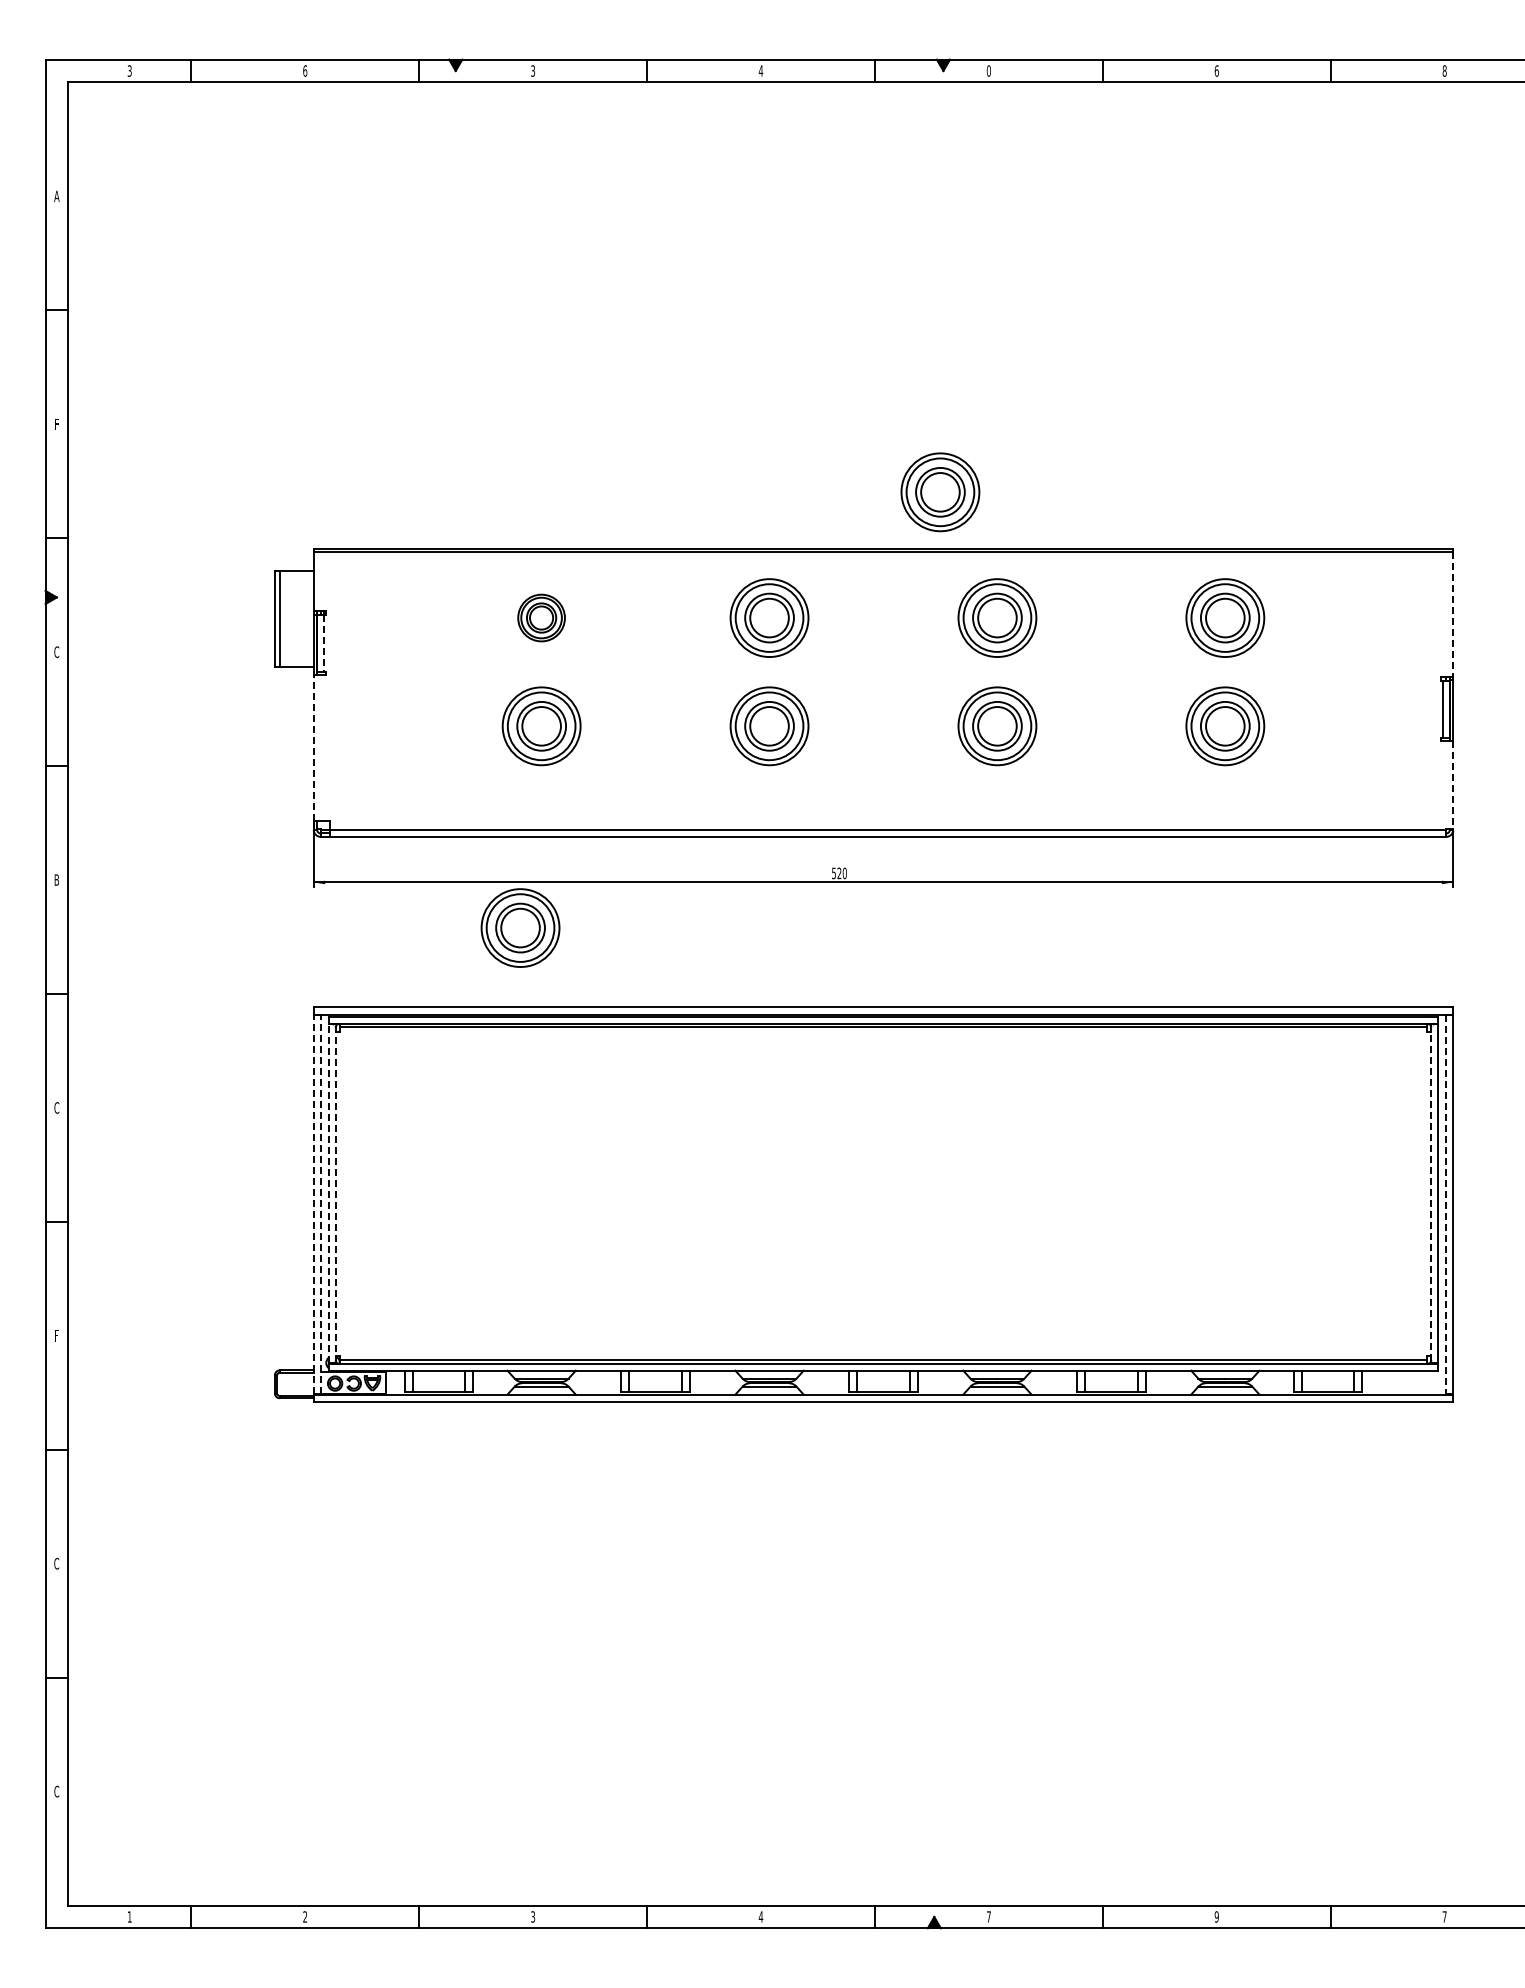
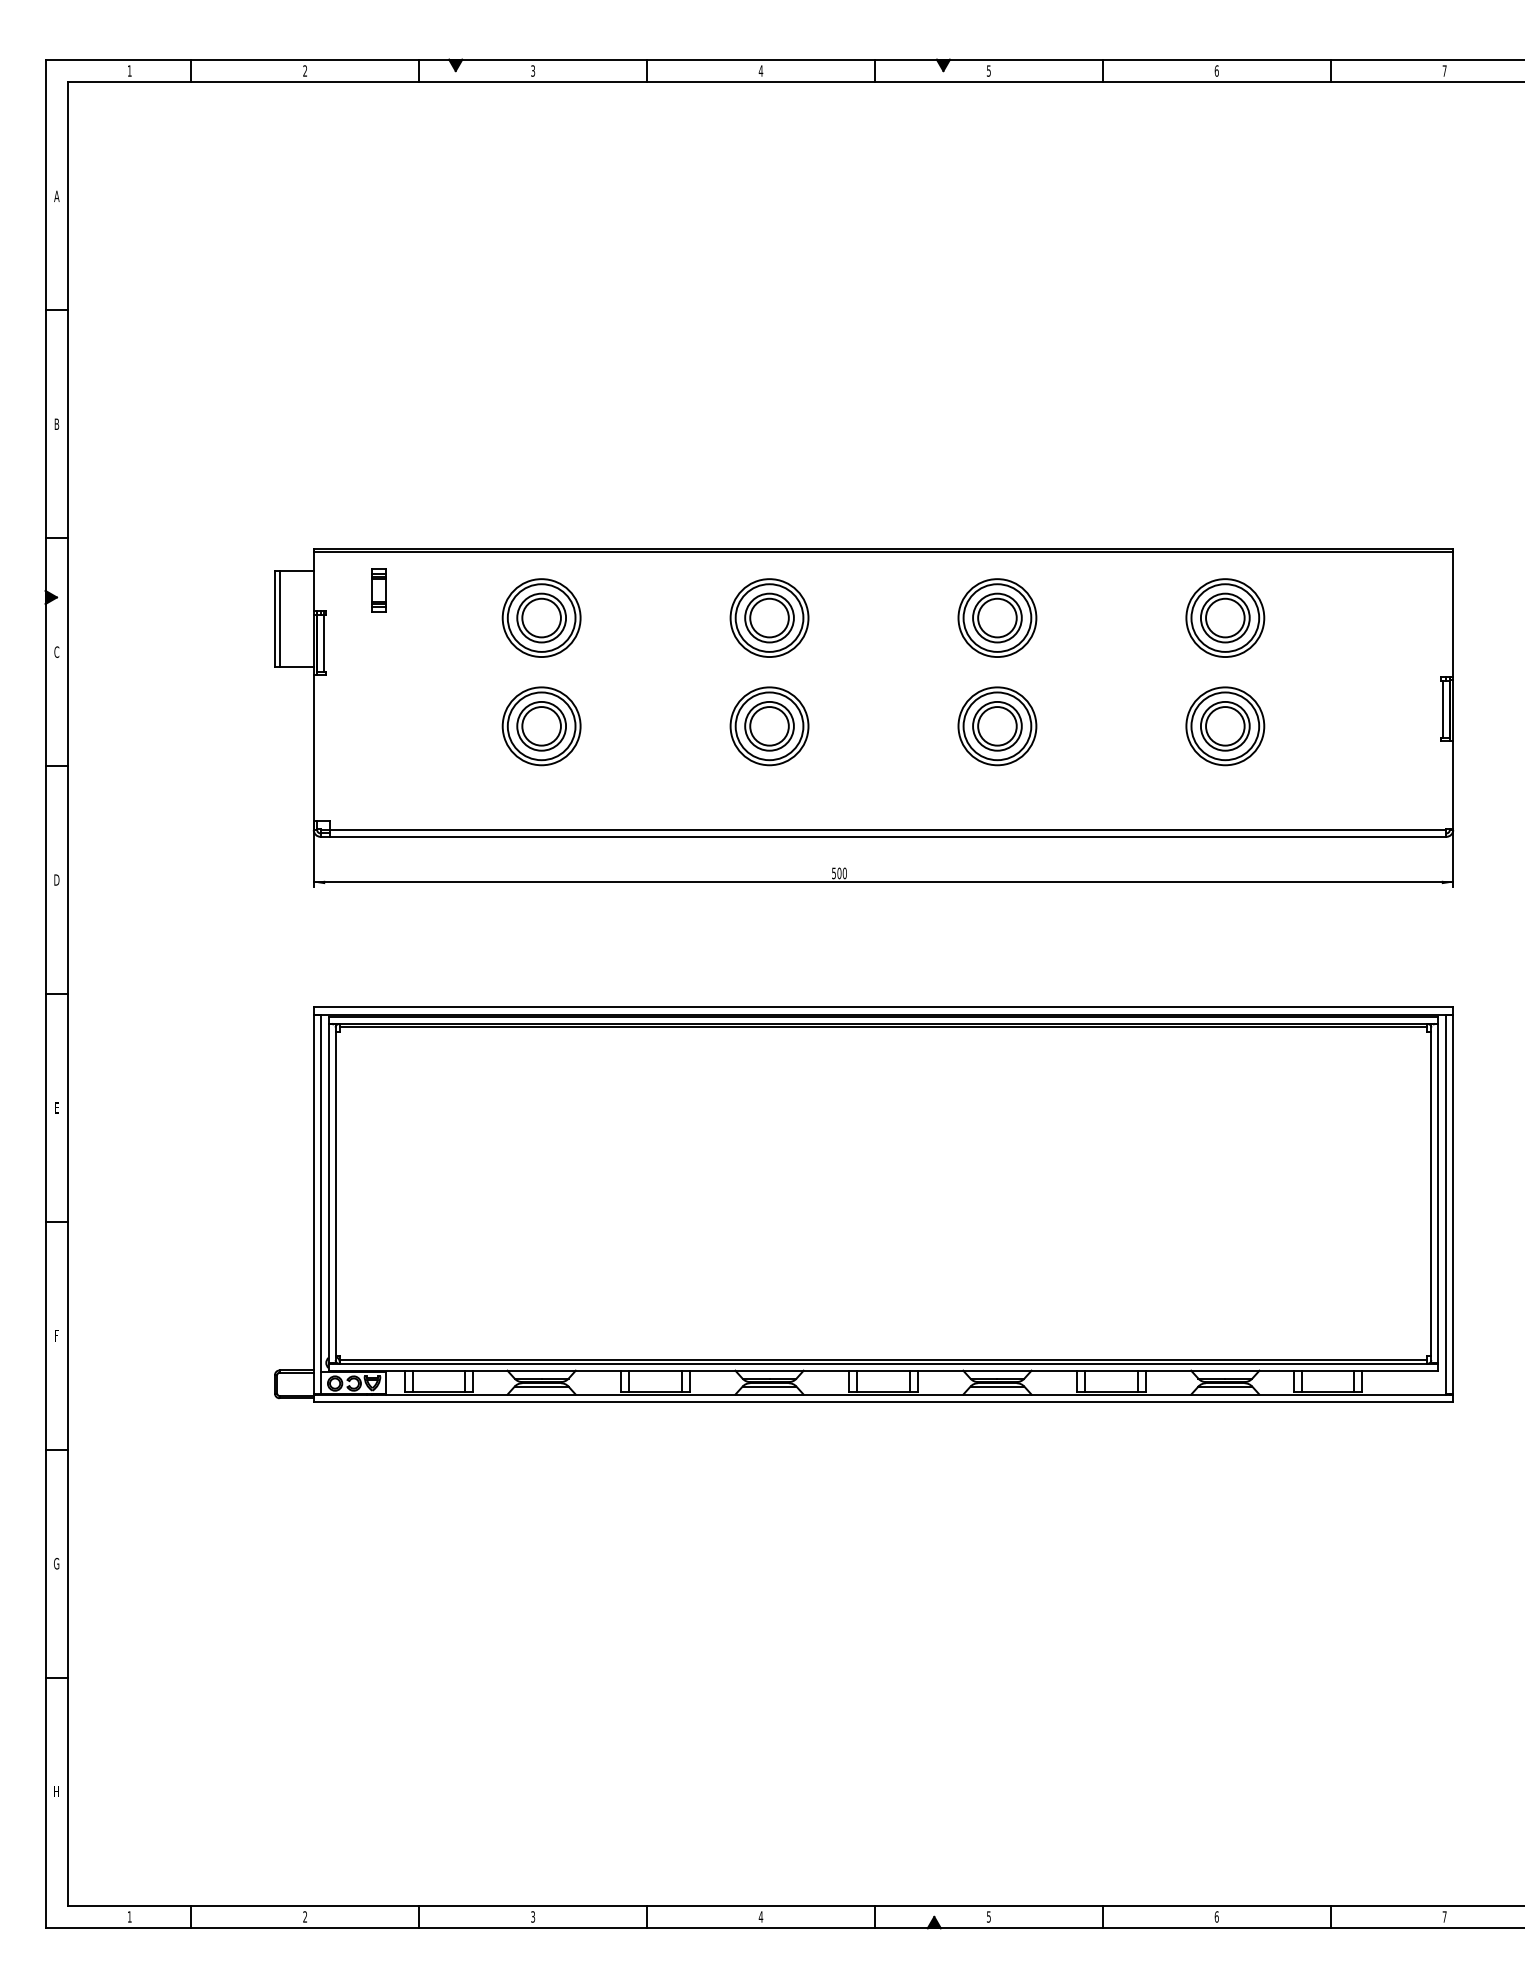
text at (129, 70): 3 -> 1
text at (305, 70): 6 -> 2
text at (988, 70): 0 -> 5
text at (1444, 70): 8 -> 7
text at (56, 423): F -> B
part at (940, 492): present -> none
part at (378, 590): none -> present
line at (1453, 614): dashed -> solid
part at (541, 617) size: 49x50 px -> 81x80 px
line at (324, 643): dashed -> solid
line at (313, 747): dashed -> solid
line at (1453, 785): dashed -> solid
text at (839, 873): 520 -> 500
text at (56, 879): B -> D
part at (520, 927): present -> none
text at (56, 1107): C -> E
line at (328, 1193): dashed -> solid
line at (335, 1193): dashed -> solid
line at (1431, 1193): dashed -> solid
line at (313, 1204): dashed -> solid
line at (320, 1204): dashed -> solid
line at (1446, 1205): dashed -> solid
text at (56, 1563): C -> G
text at (56, 1791): C -> H
text at (988, 1916): 7 -> 5
text at (1216, 1916): 9 -> 6
